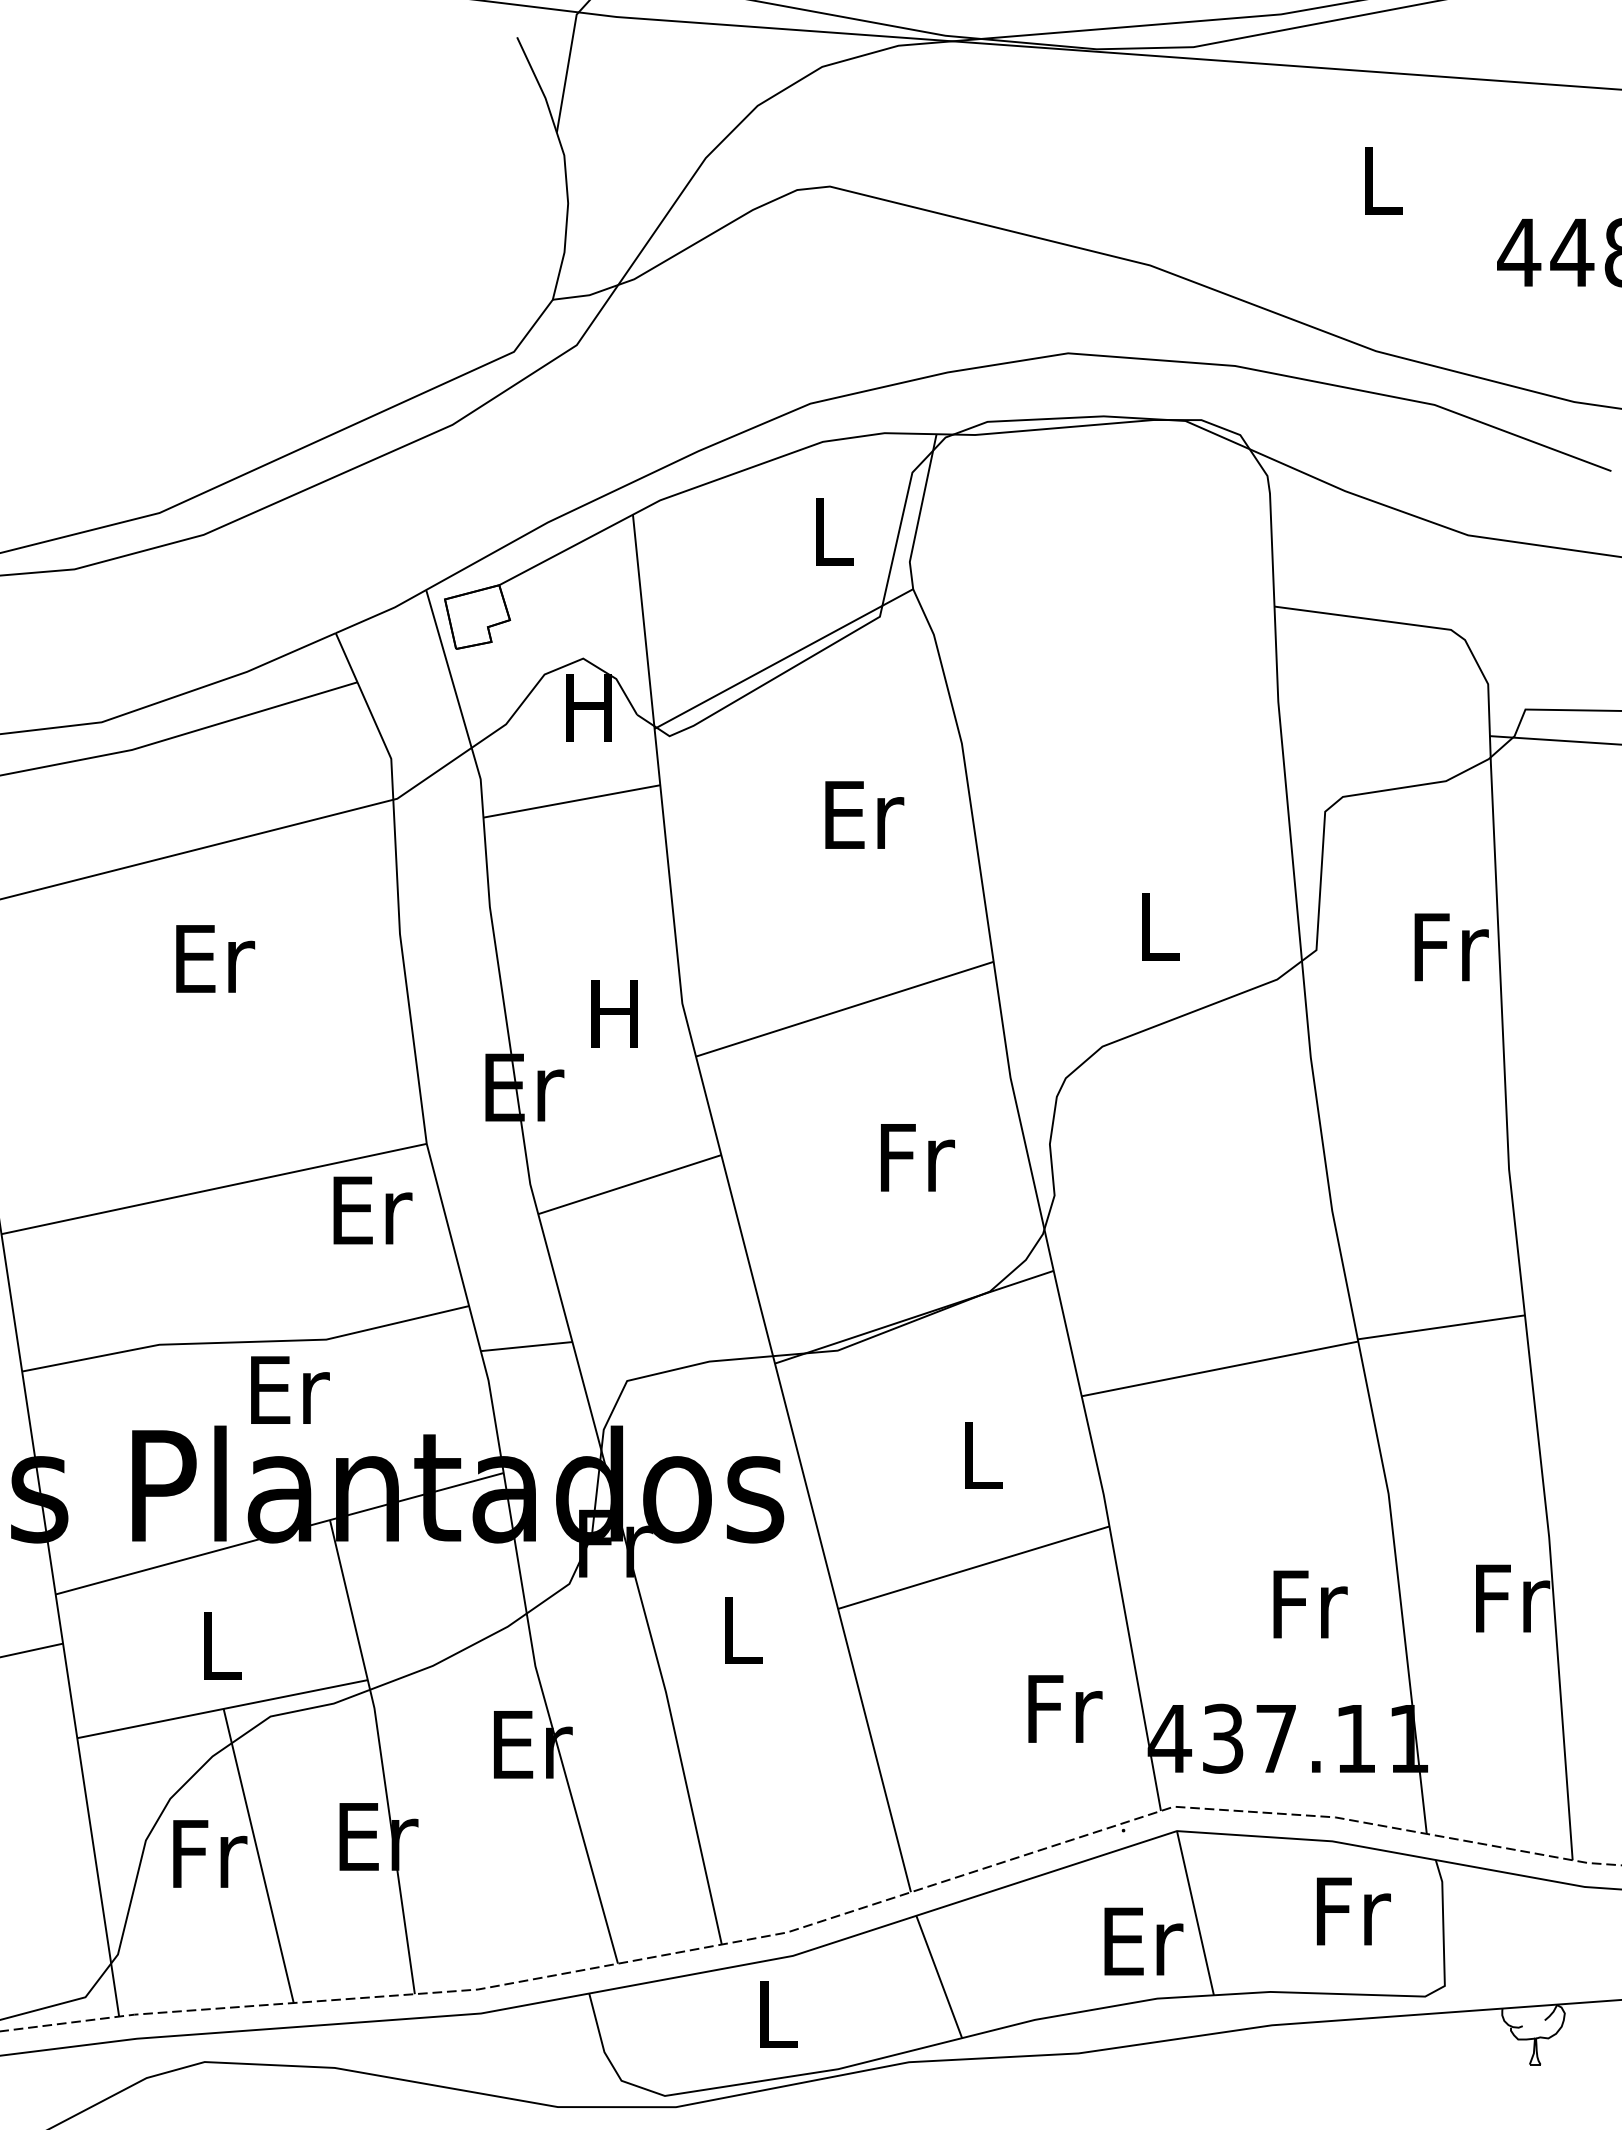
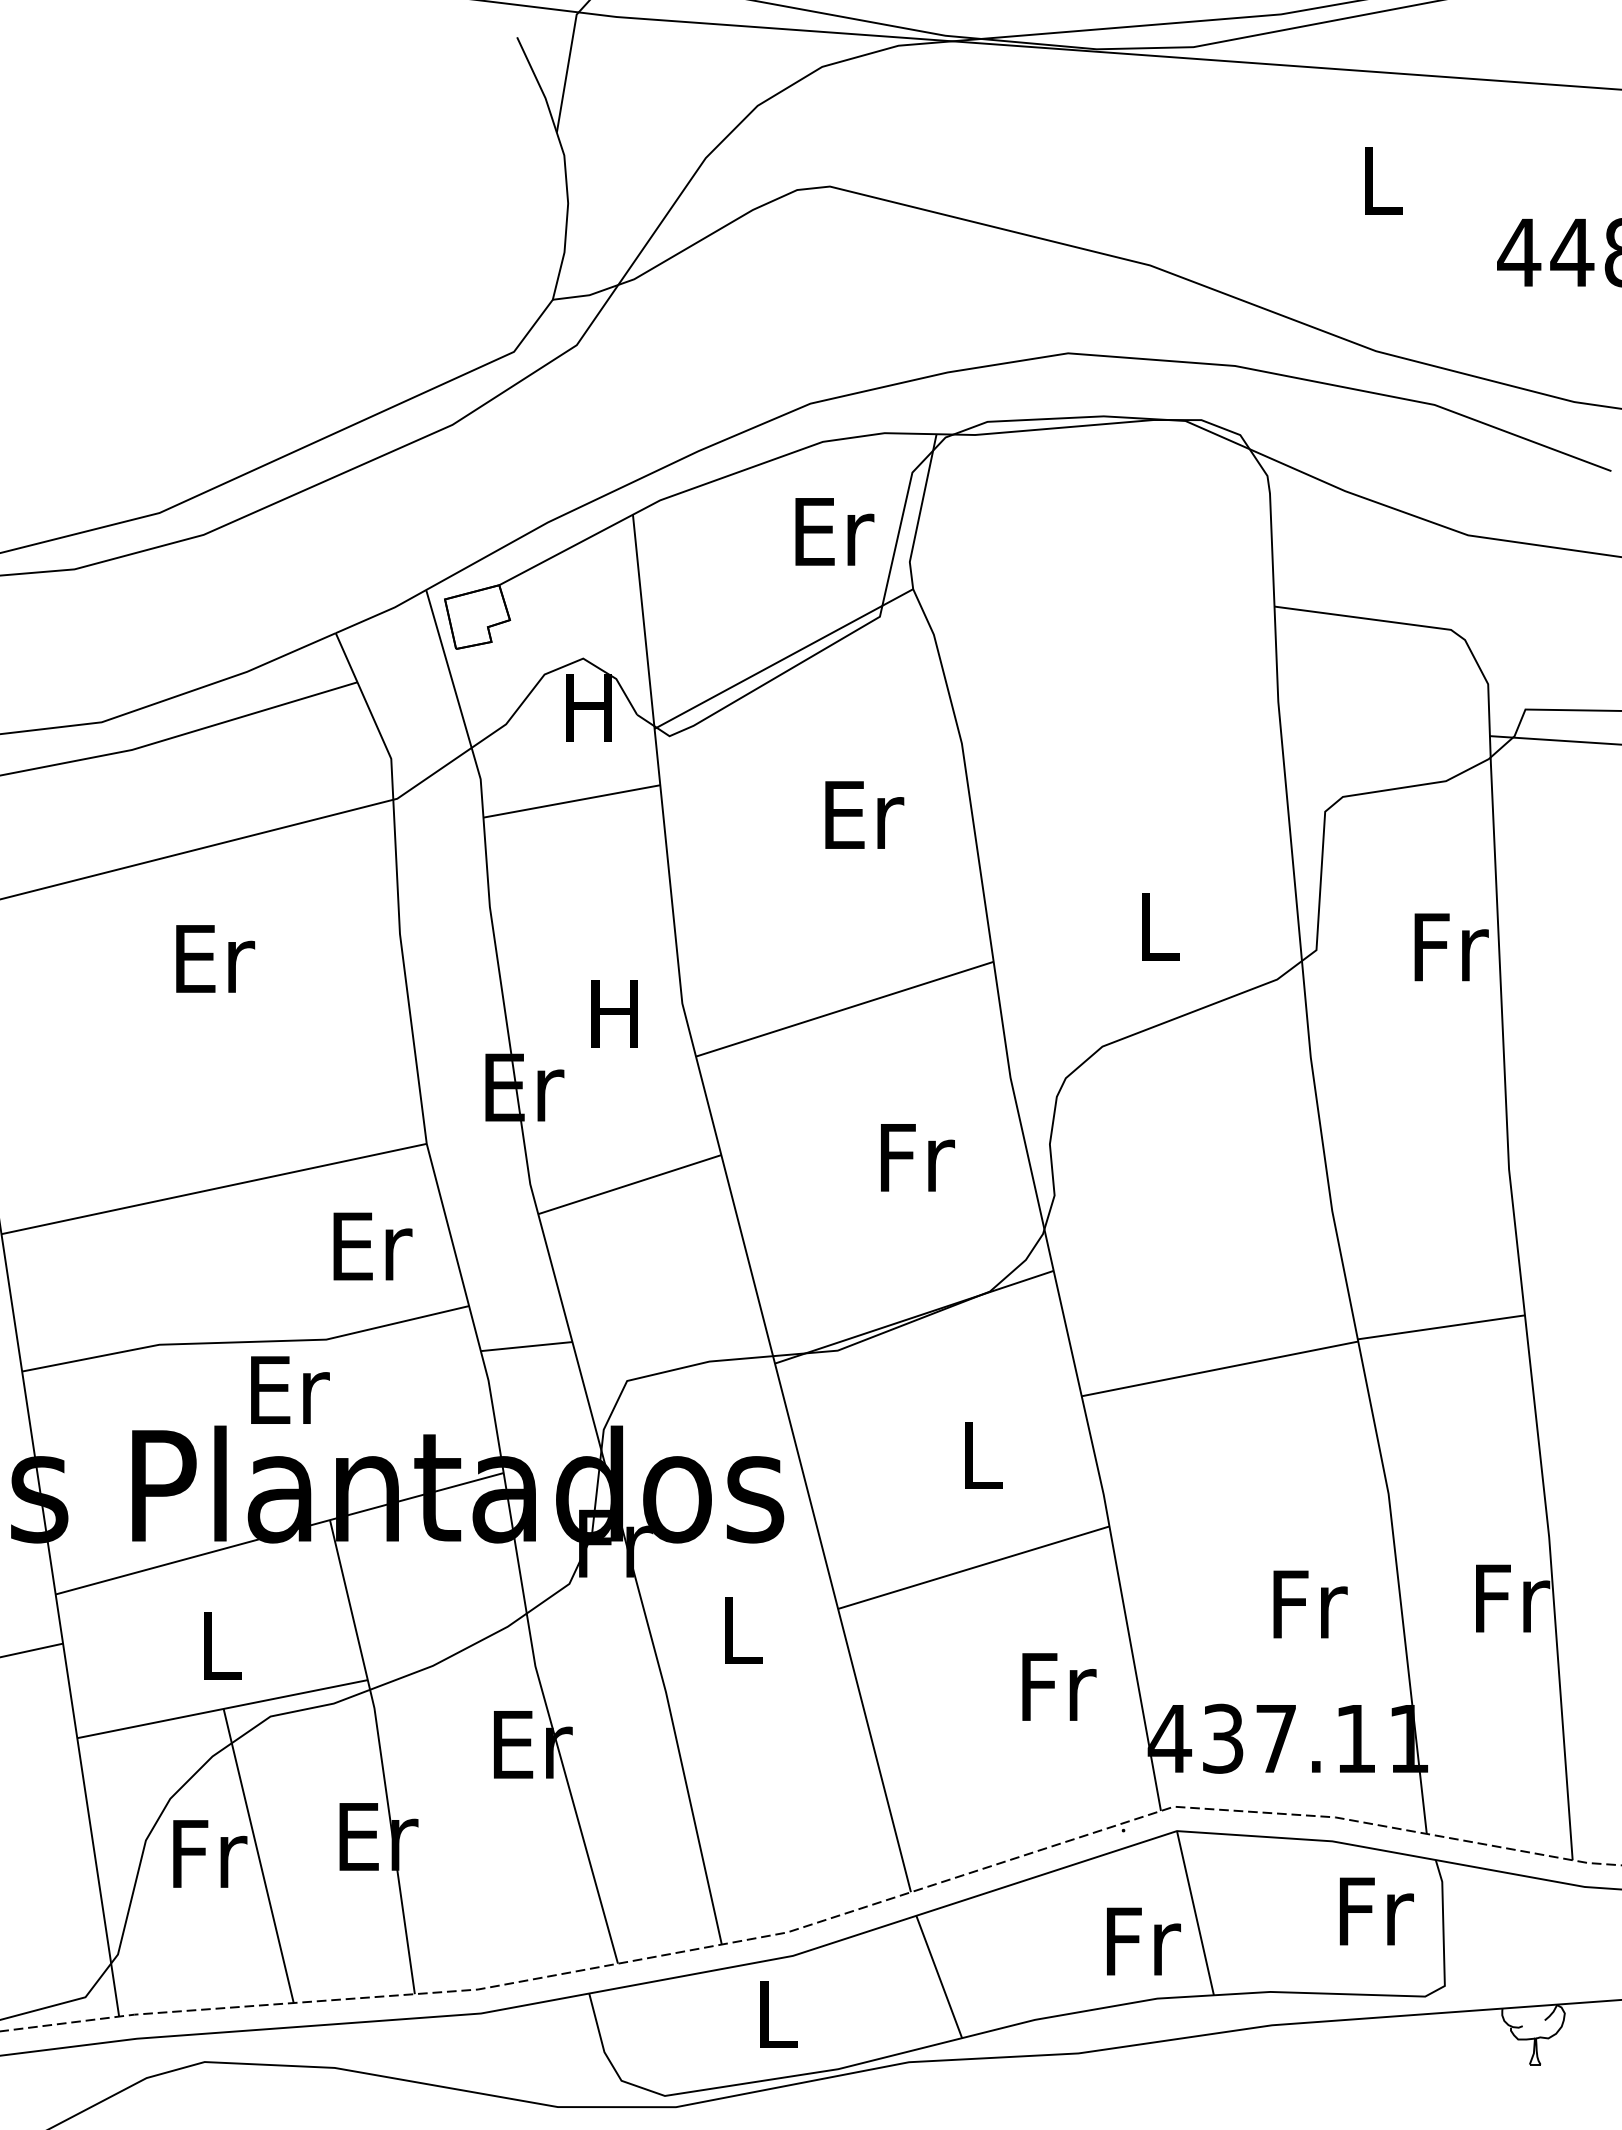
text at (834, 531): L -> Er
text at (372, 1210) position: (372, 1210) -> (372, 1246)
text at (1065, 1708) position: (1065, 1708) -> (1059, 1686)
text at (1353, 1911) position: (1353, 1911) -> (1376, 1911)
text at (1143, 1941): Er -> Fr
